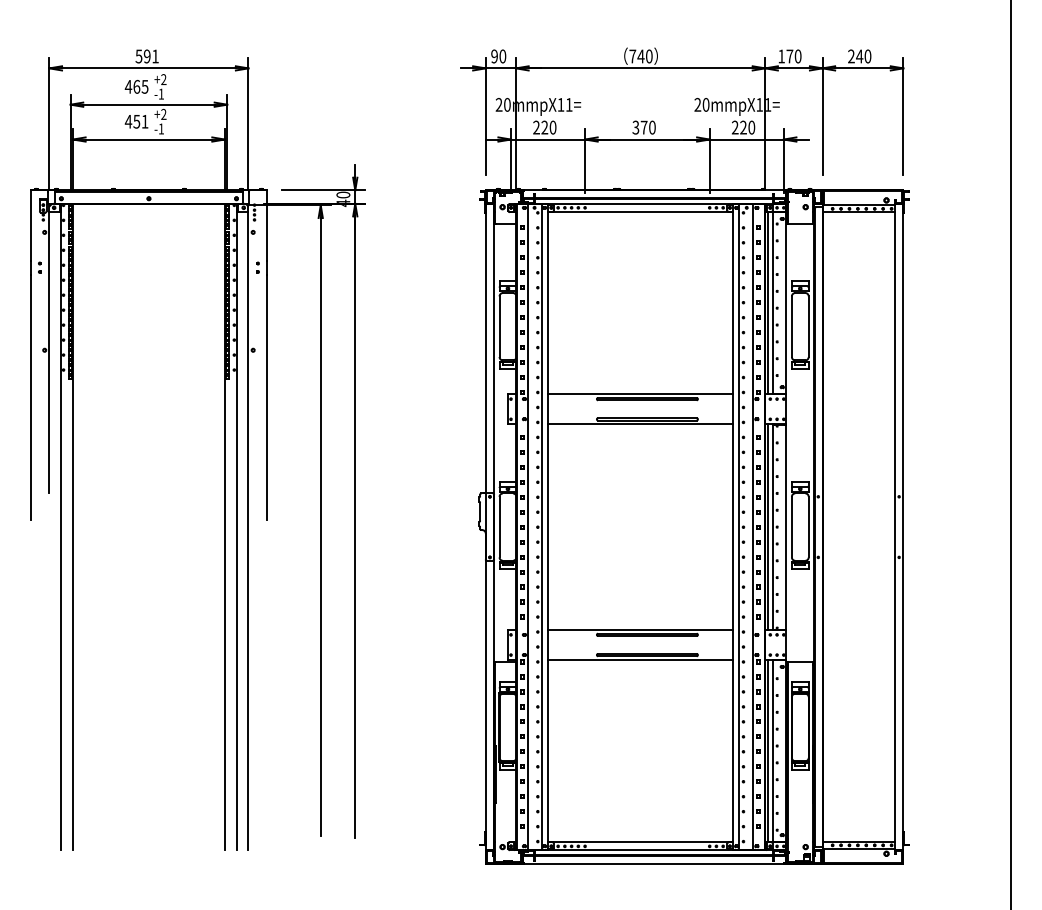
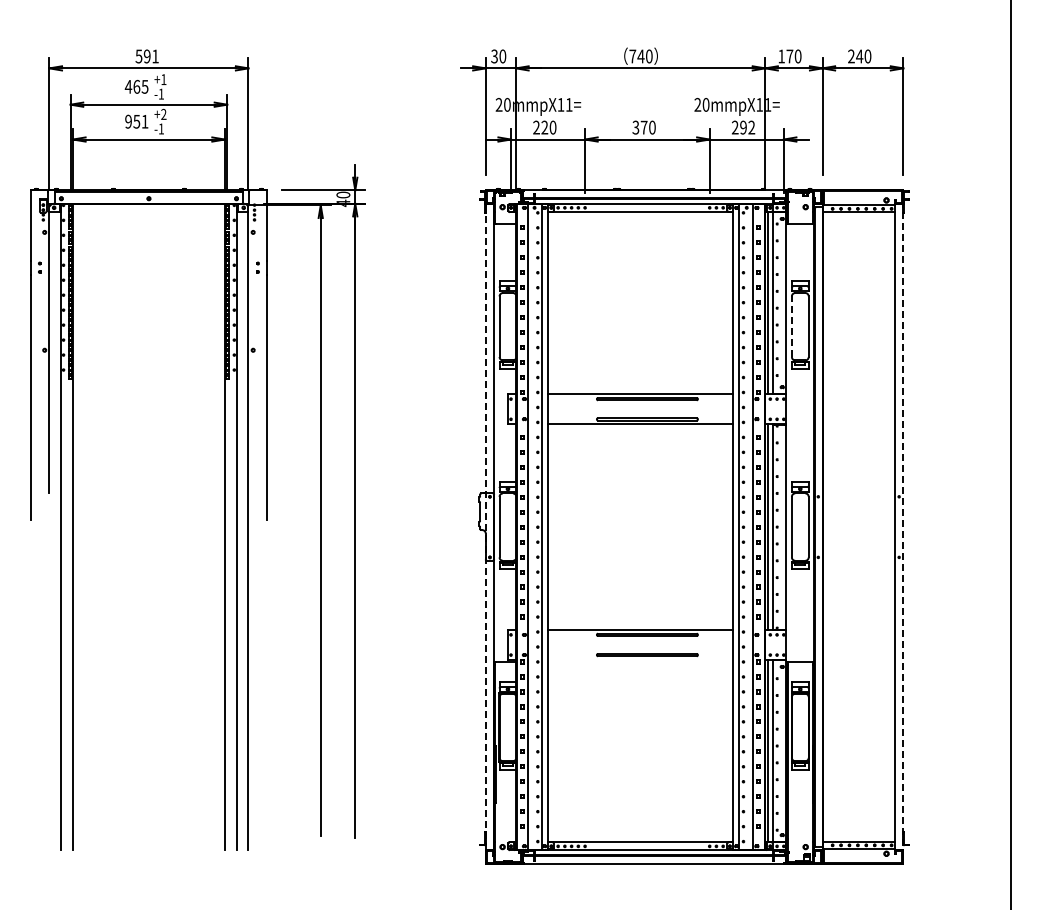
text at (494, 56): 90 -> 30
text at (163, 79): +2 -> +1
text at (128, 121): 451 -> 951
text at (747, 127): 220 -> 292
line at (791, 326): solid -> dashed
line at (485, 526): solid -> dashed
line at (903, 527): solid -> dashed
line at (640, 660): present -> none
